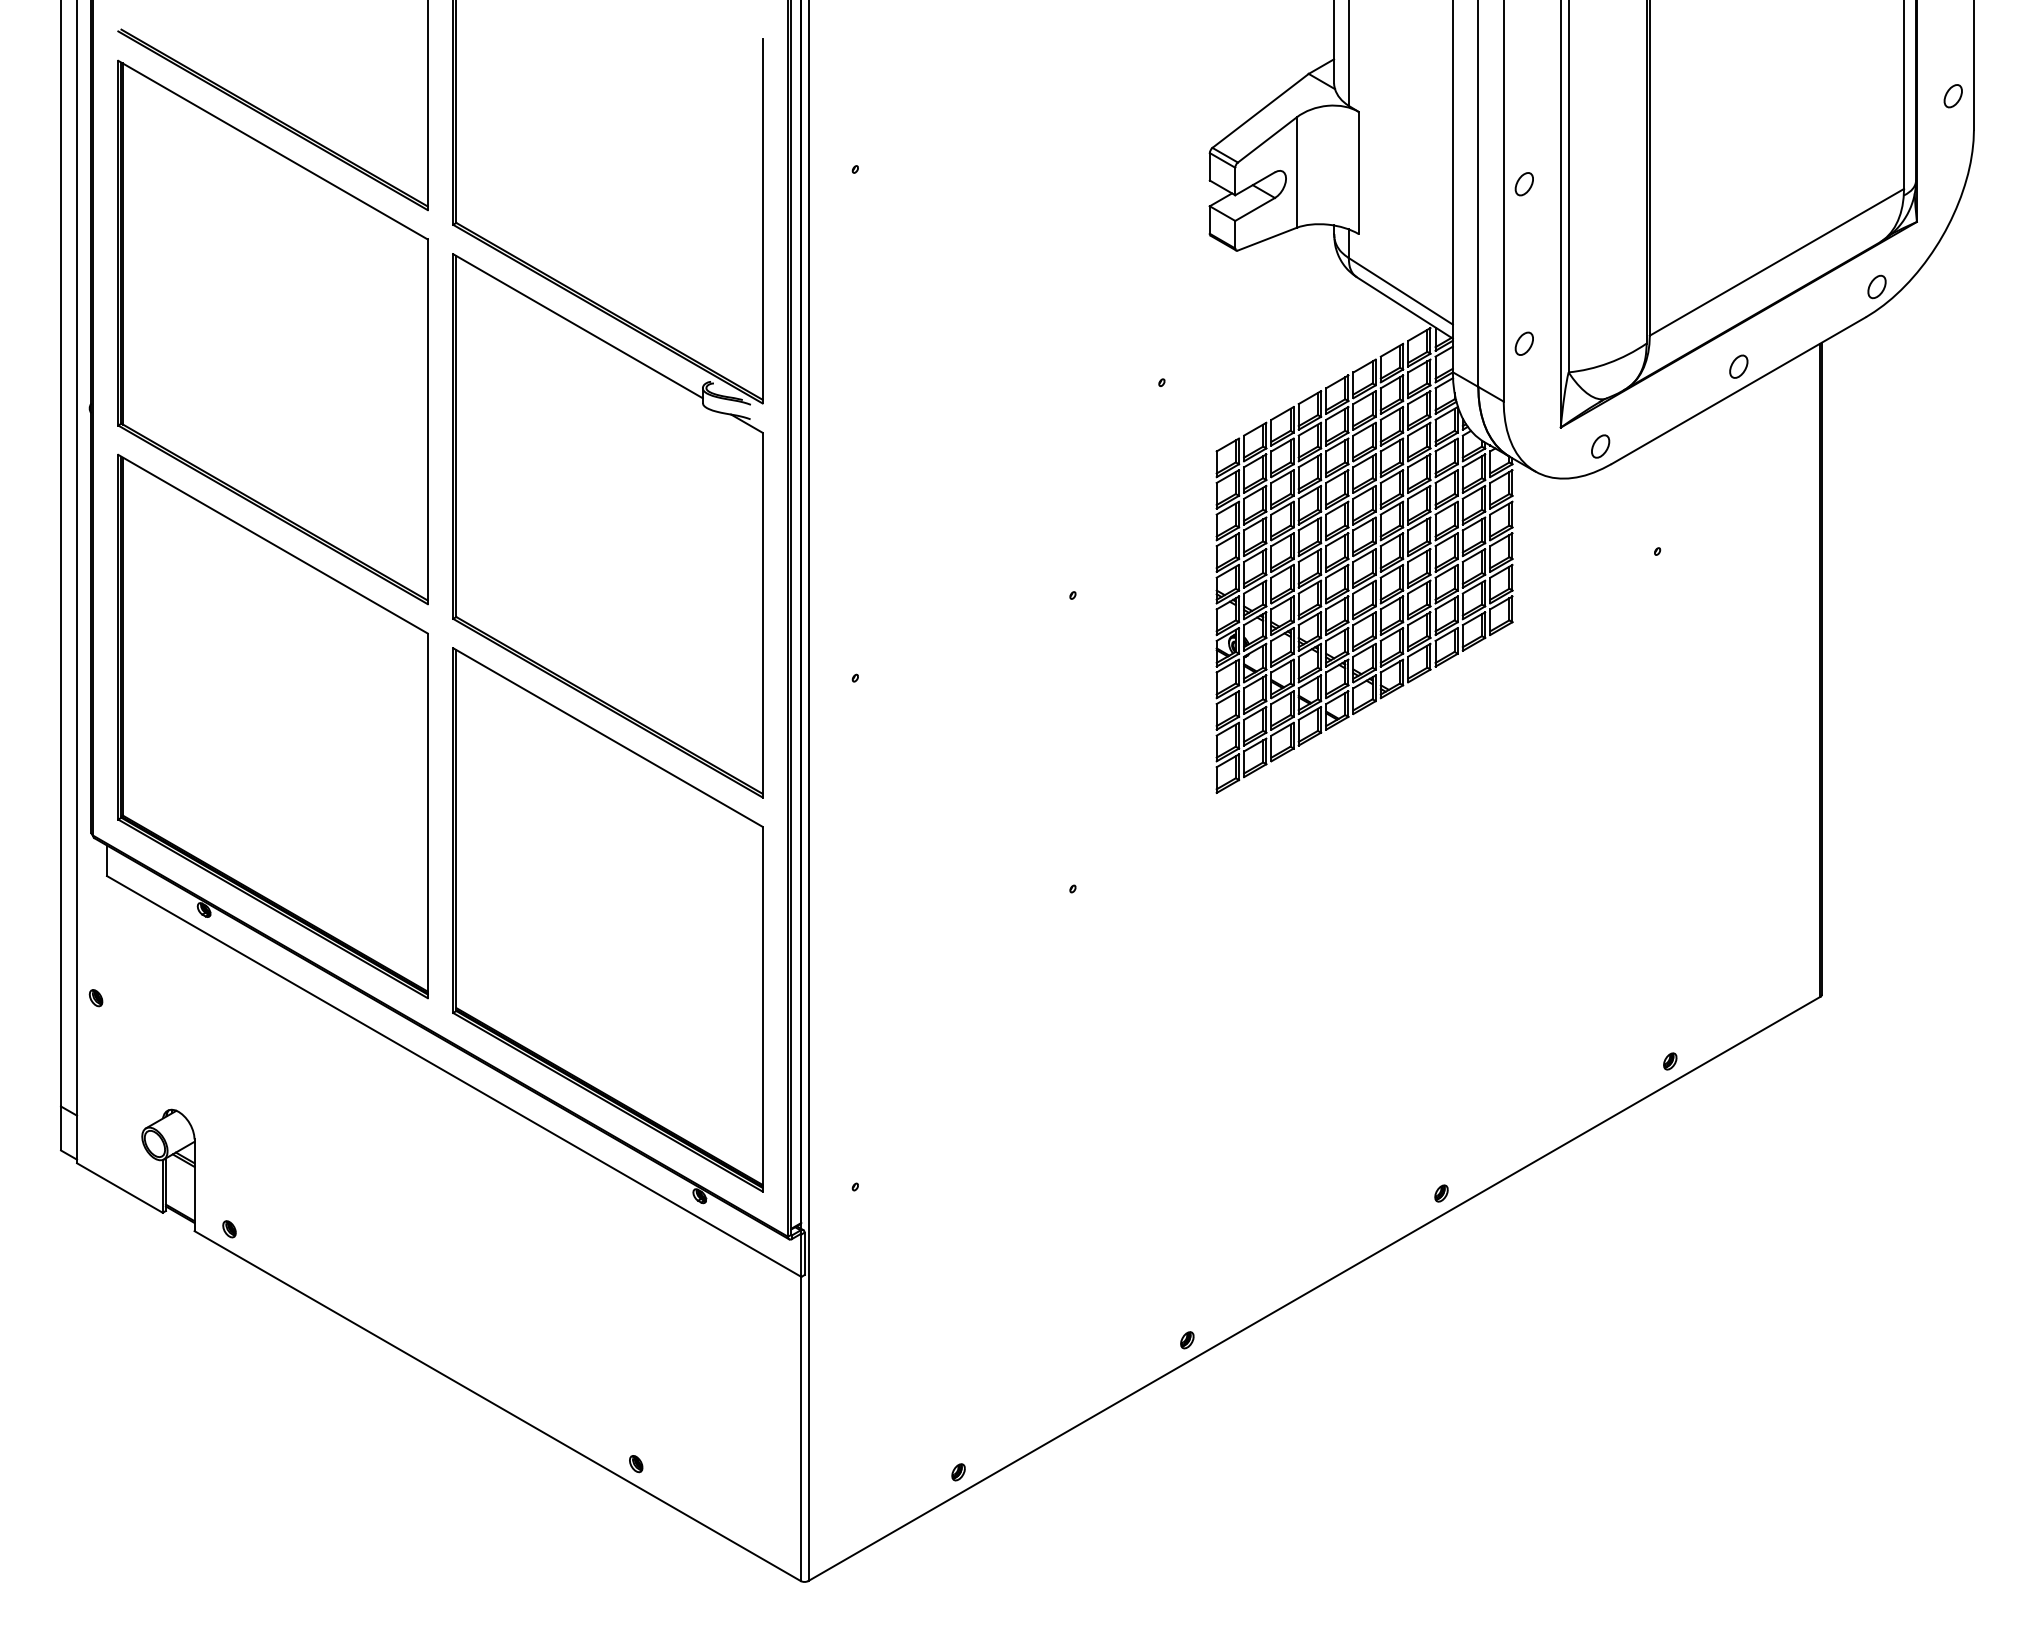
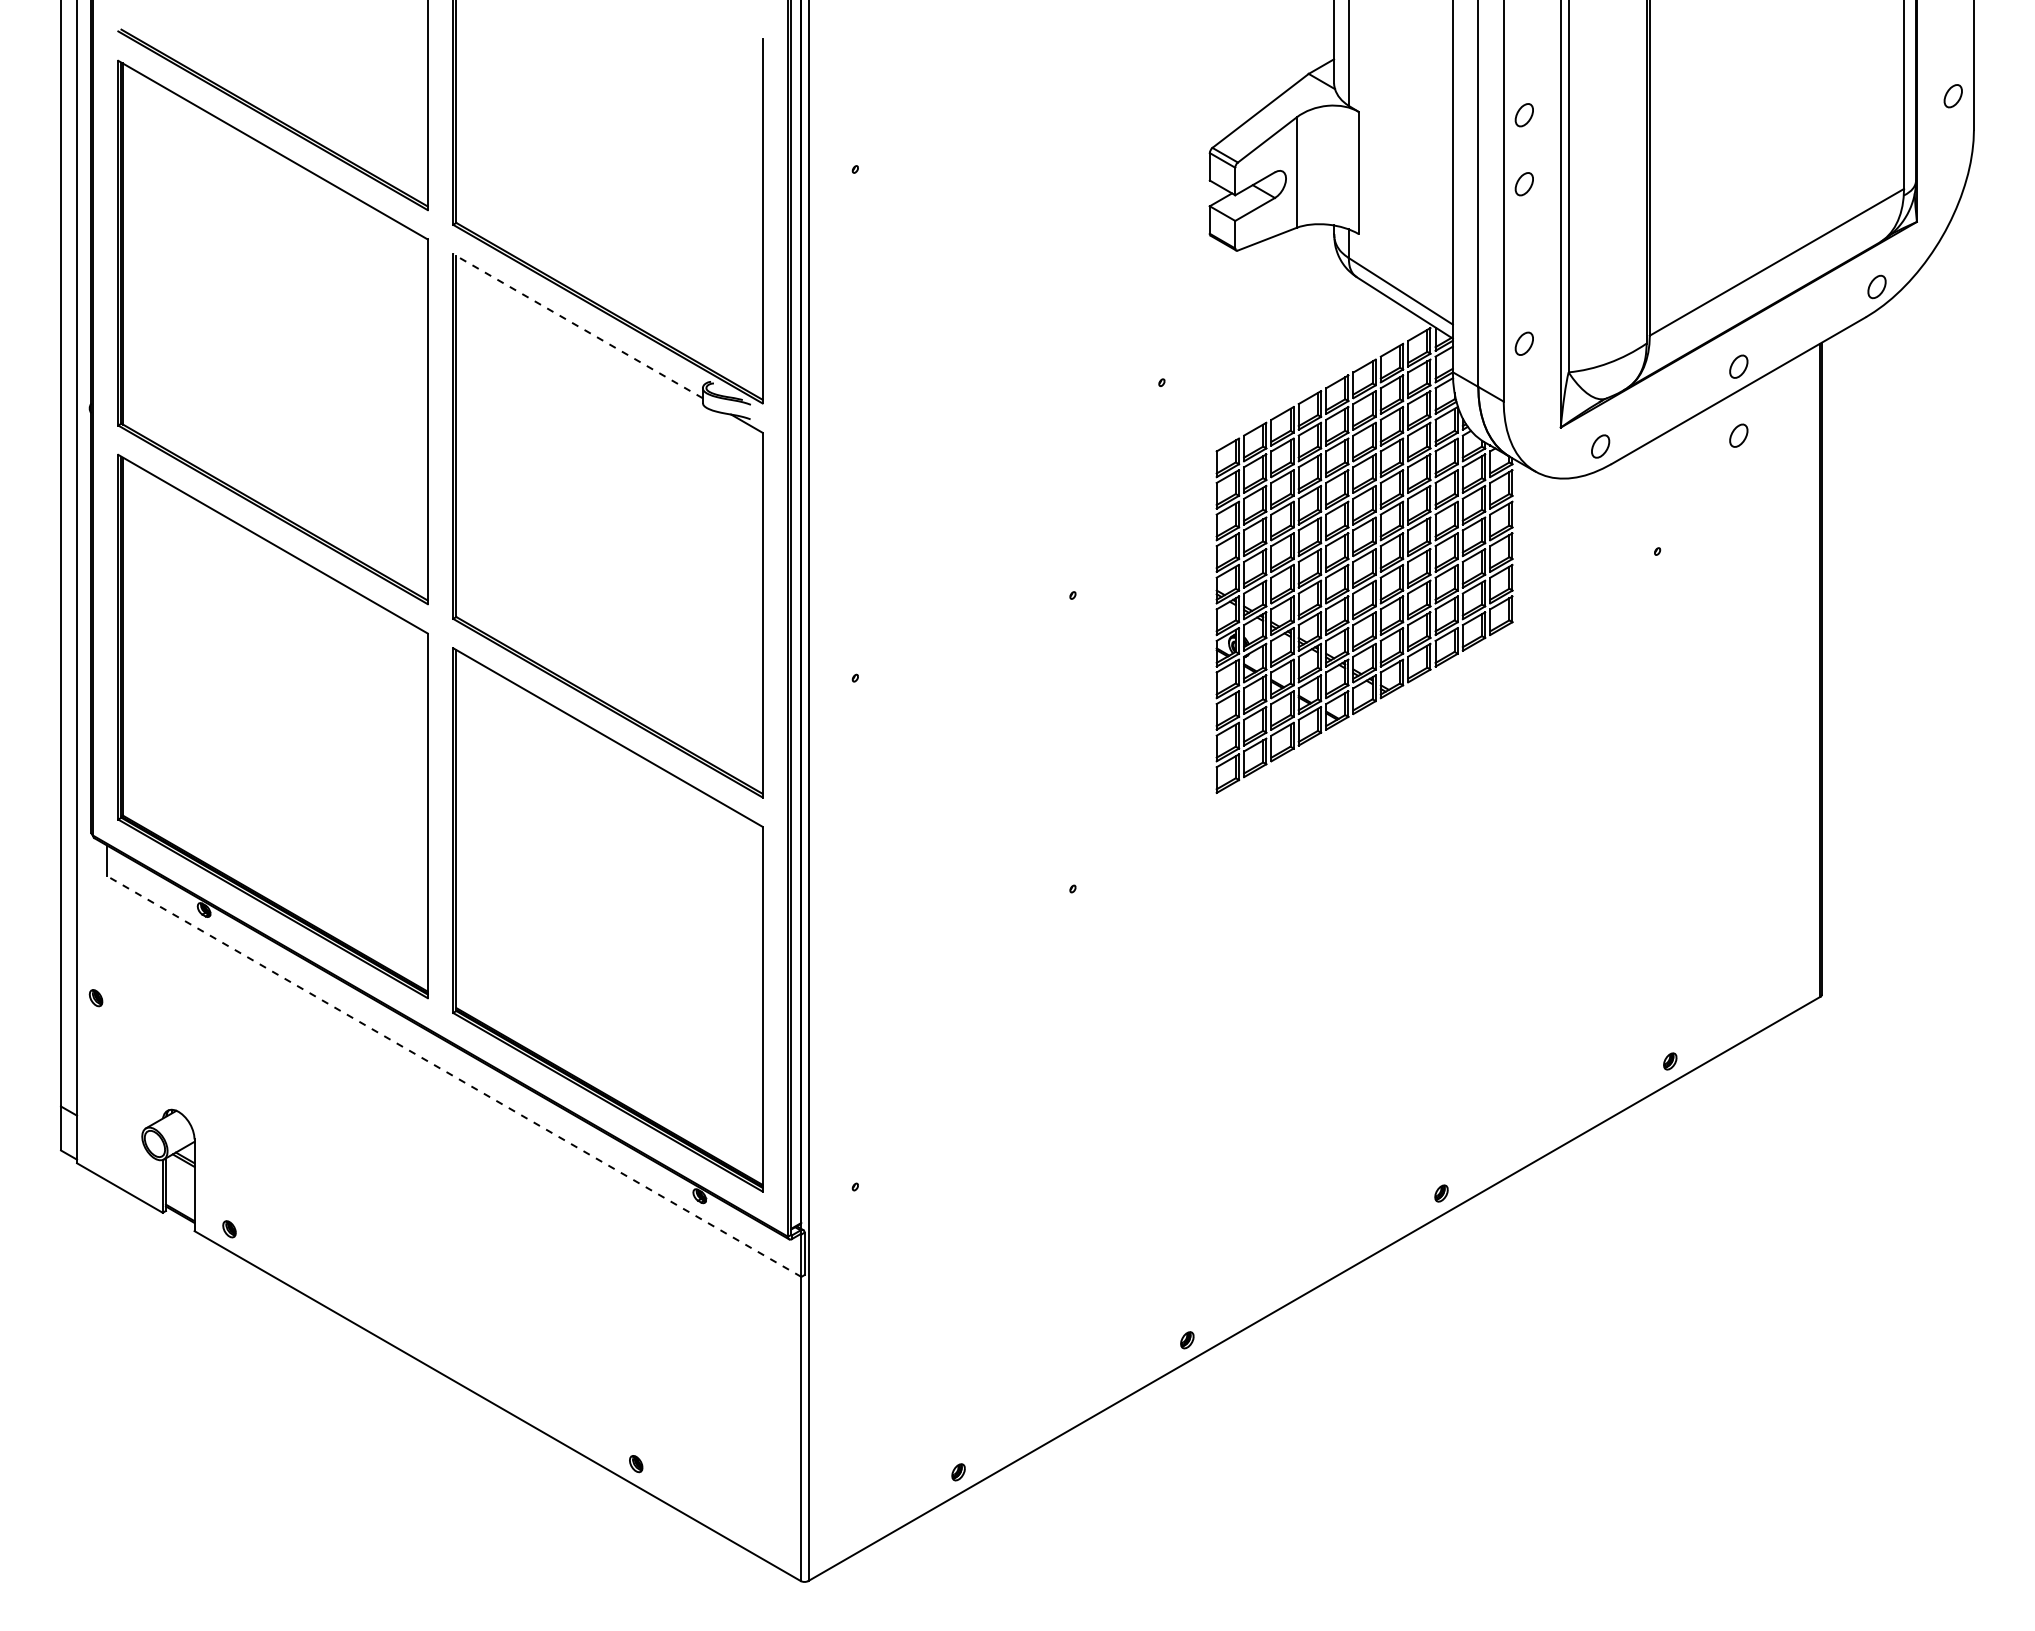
part at (1523, 115): none -> present
line at (577, 325): solid -> dashed
part at (1738, 435): none -> present
line at (454, 1076): solid -> dashed
